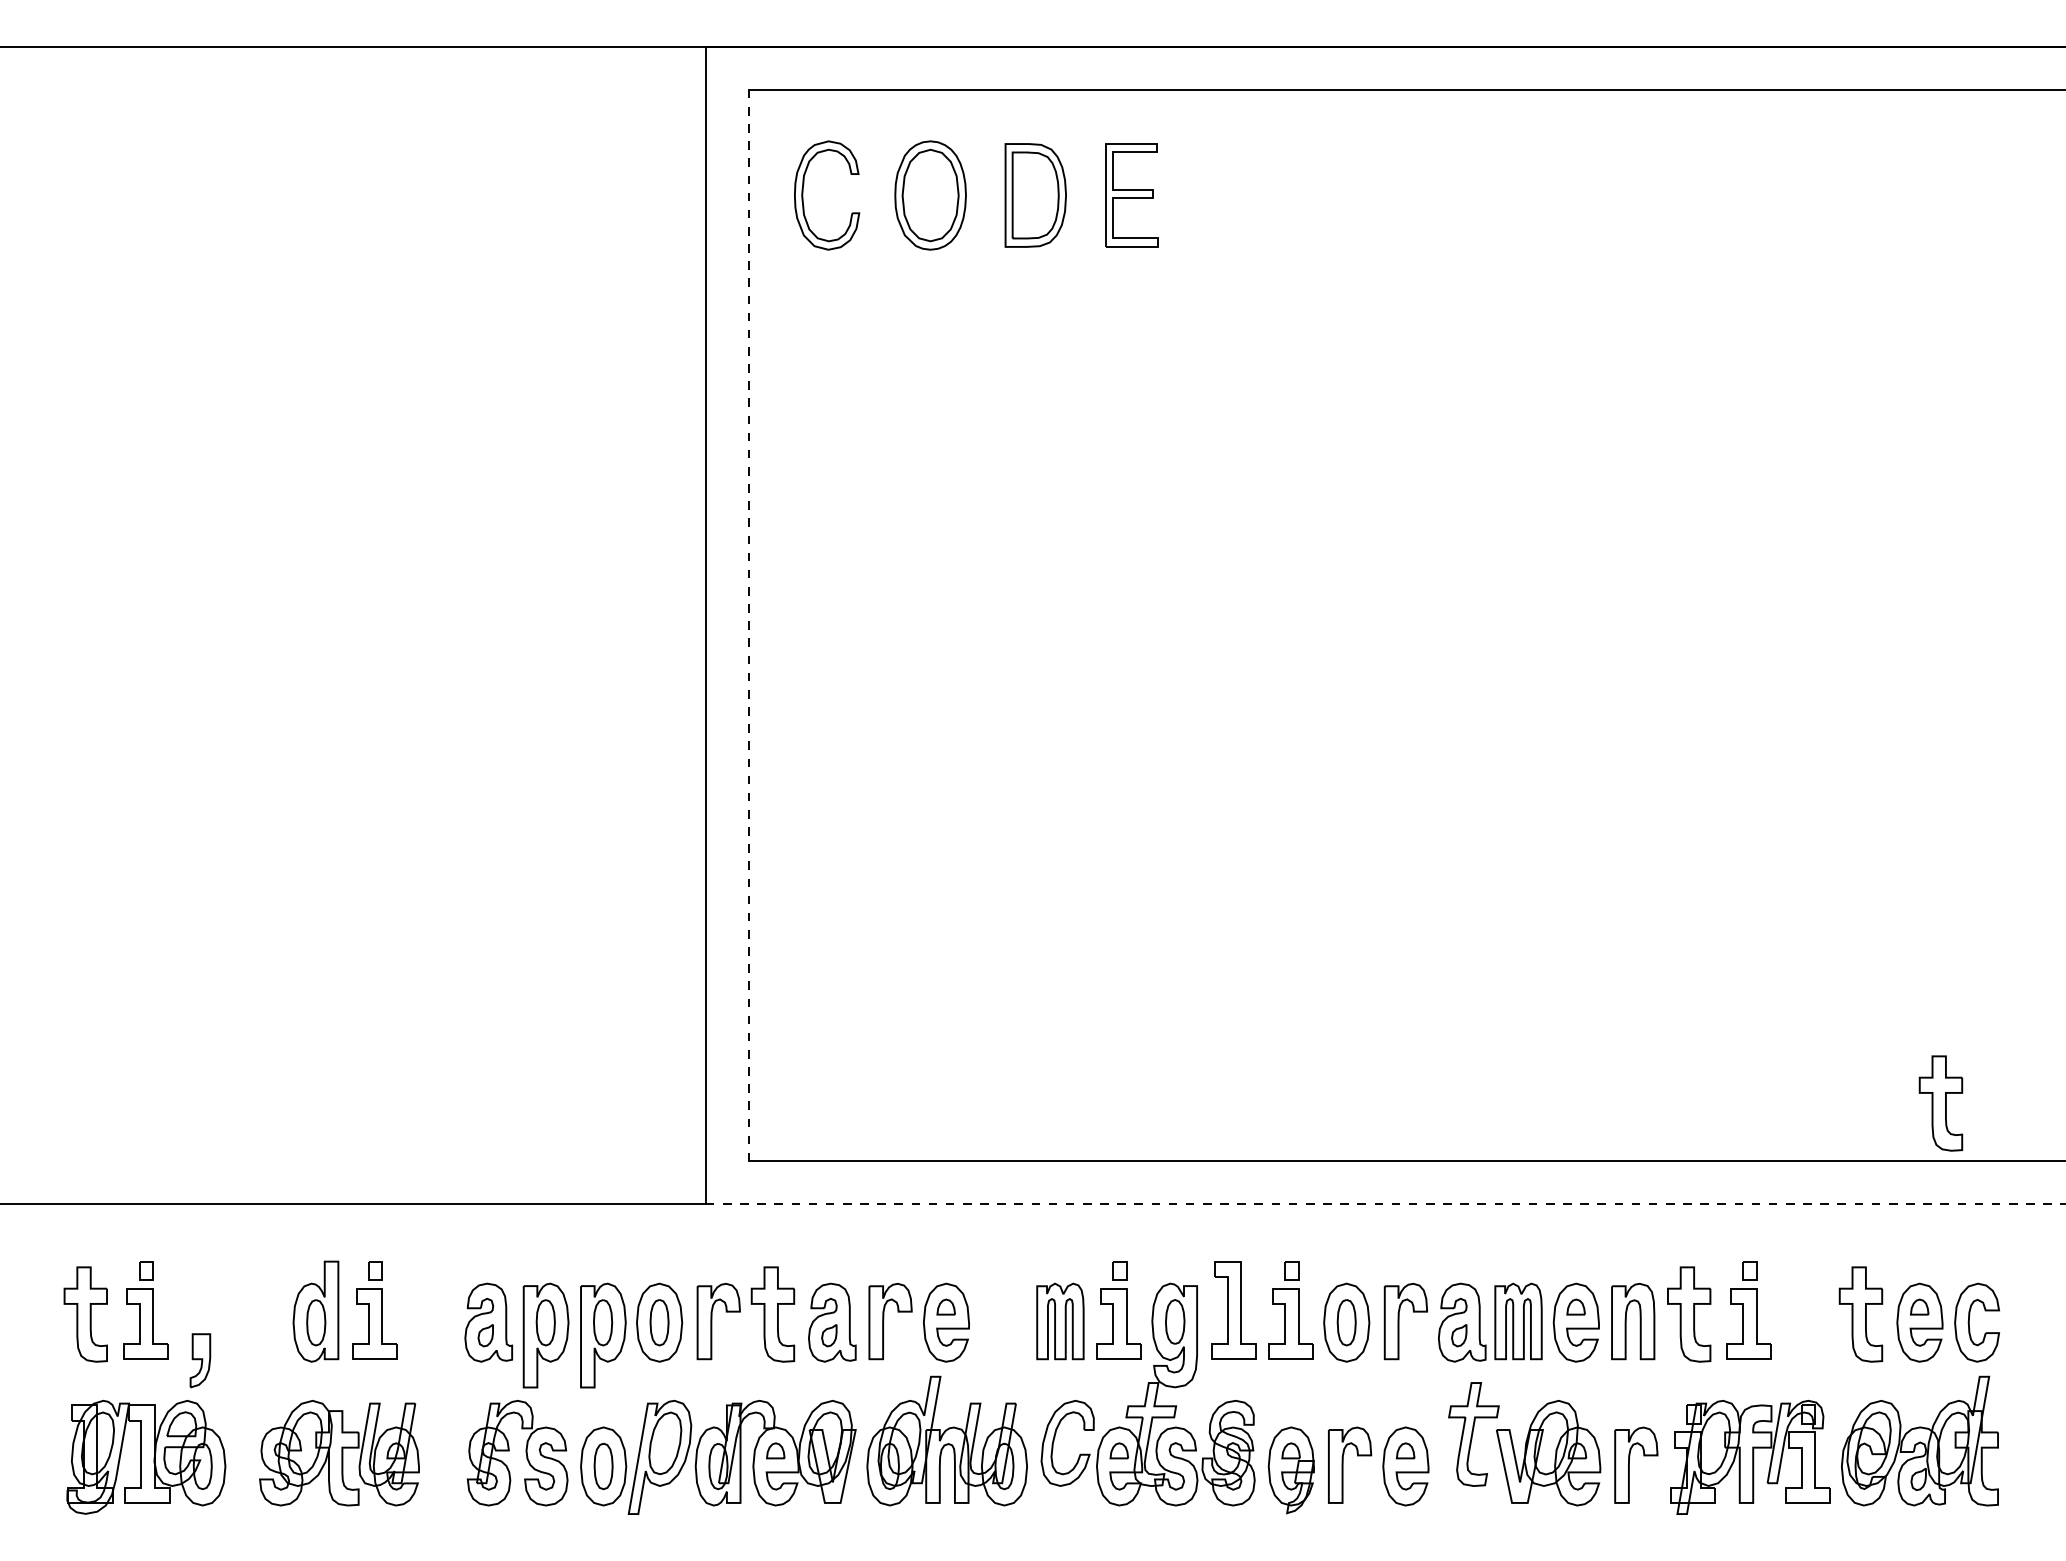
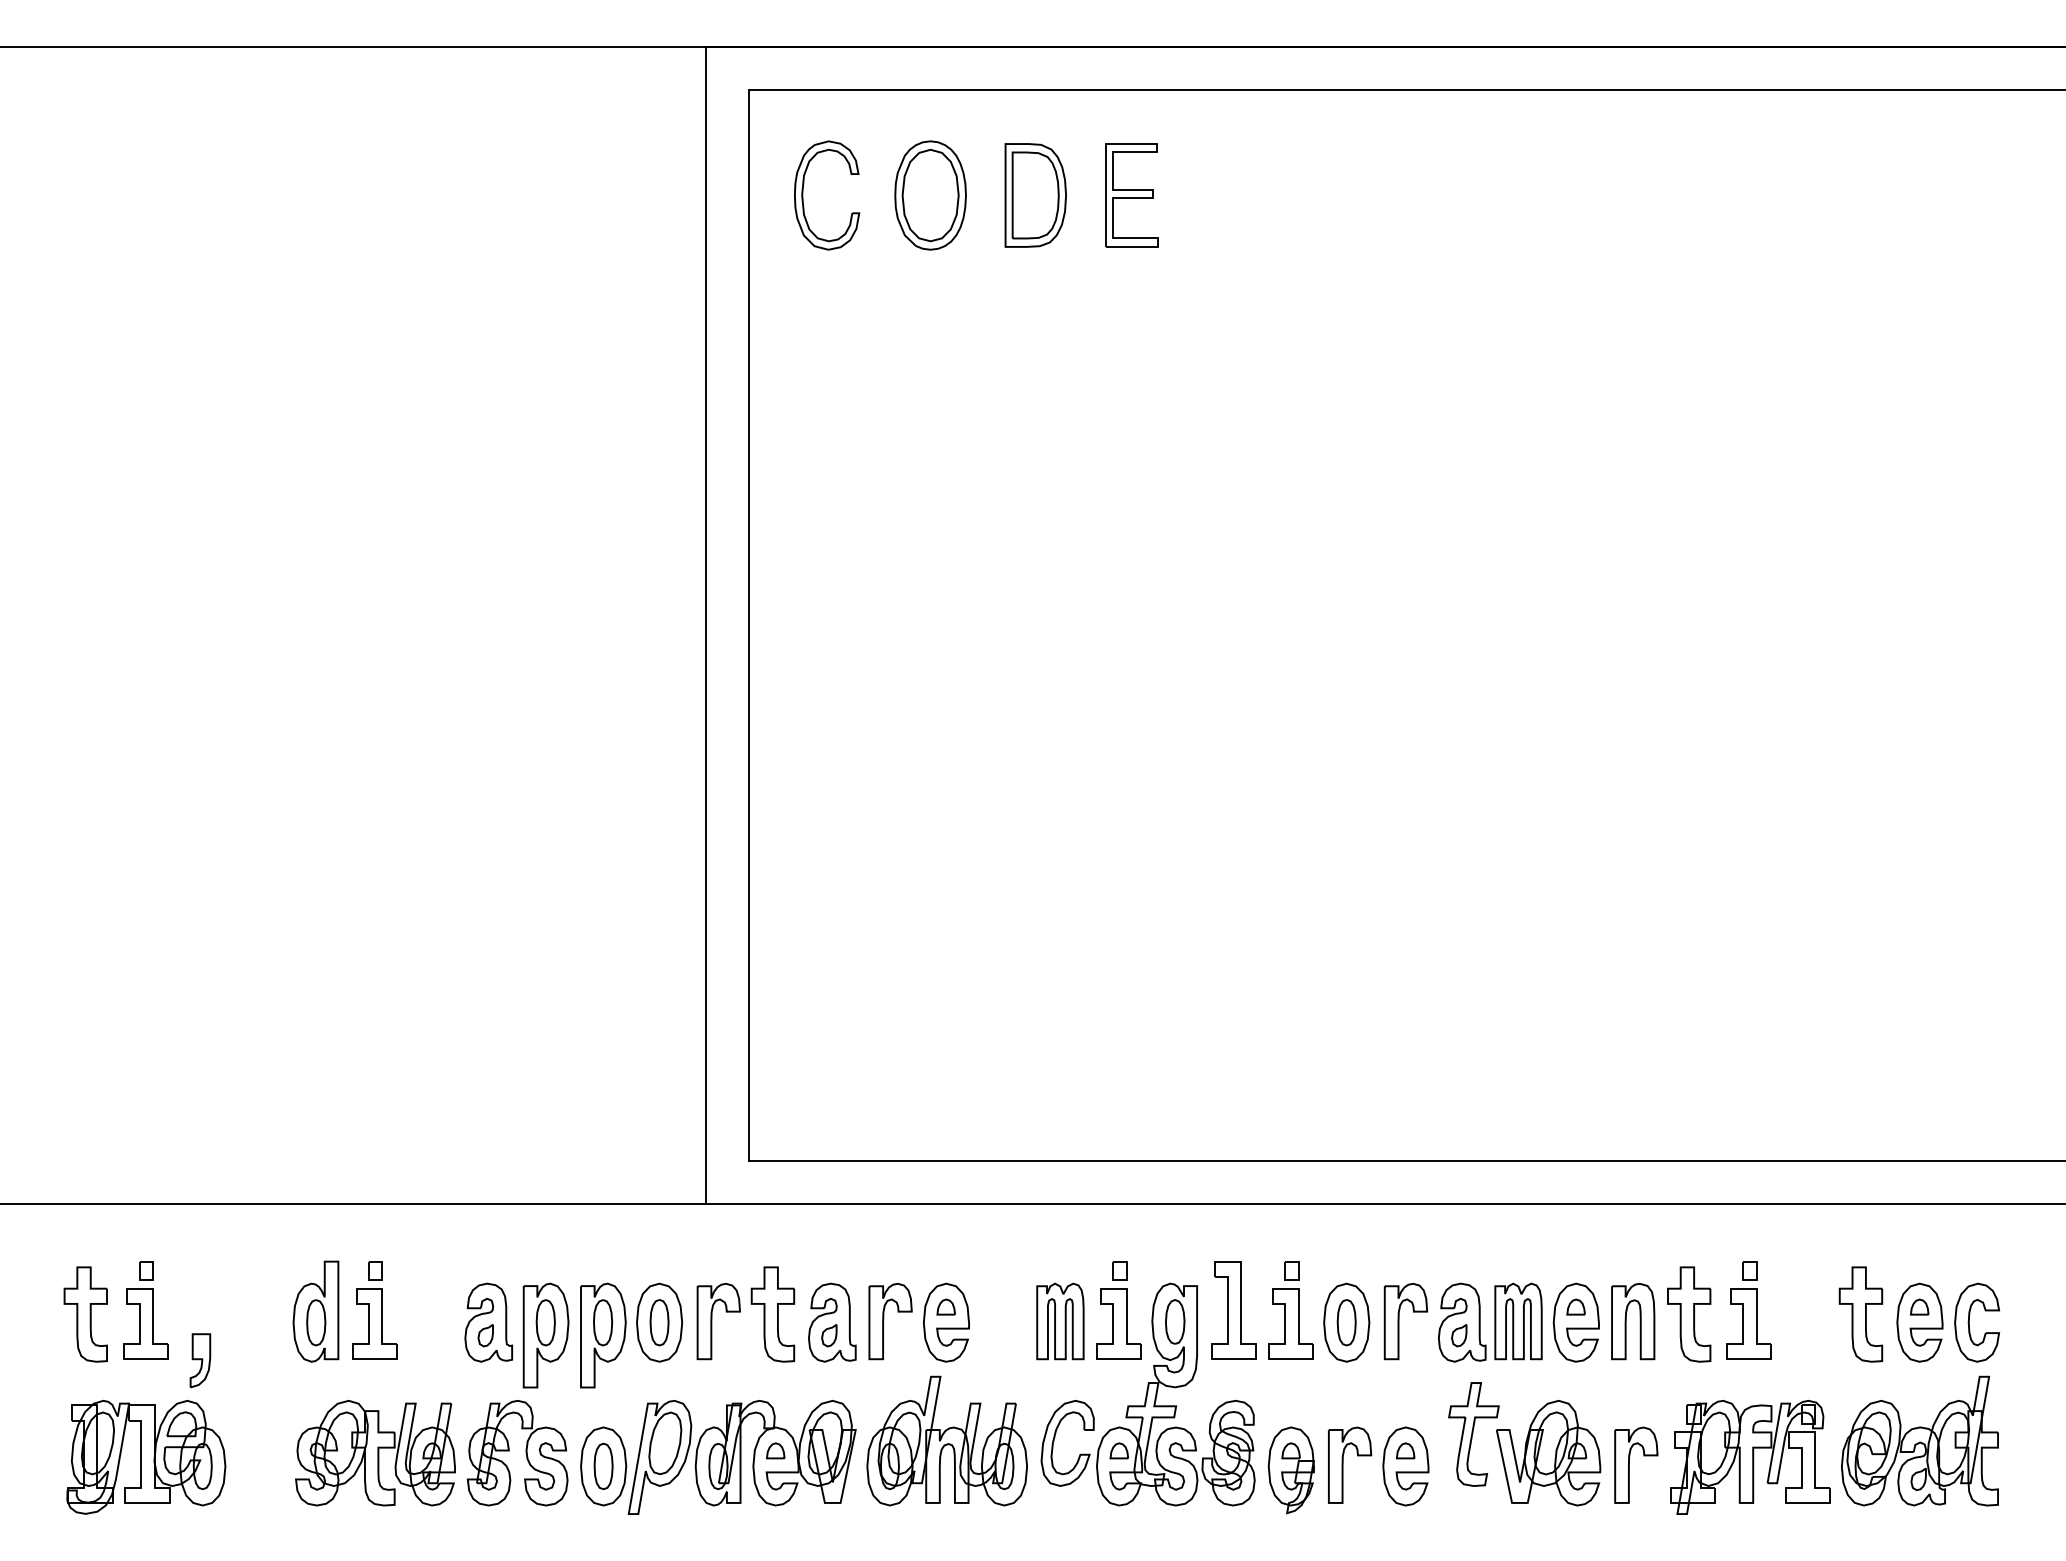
line at (748, 625): dashed -> solid
part at (1940, 1103): present -> none
line at (1385, 1204): dashed -> solid
part at (339, 1453) position: (339, 1453) -> (375, 1453)
